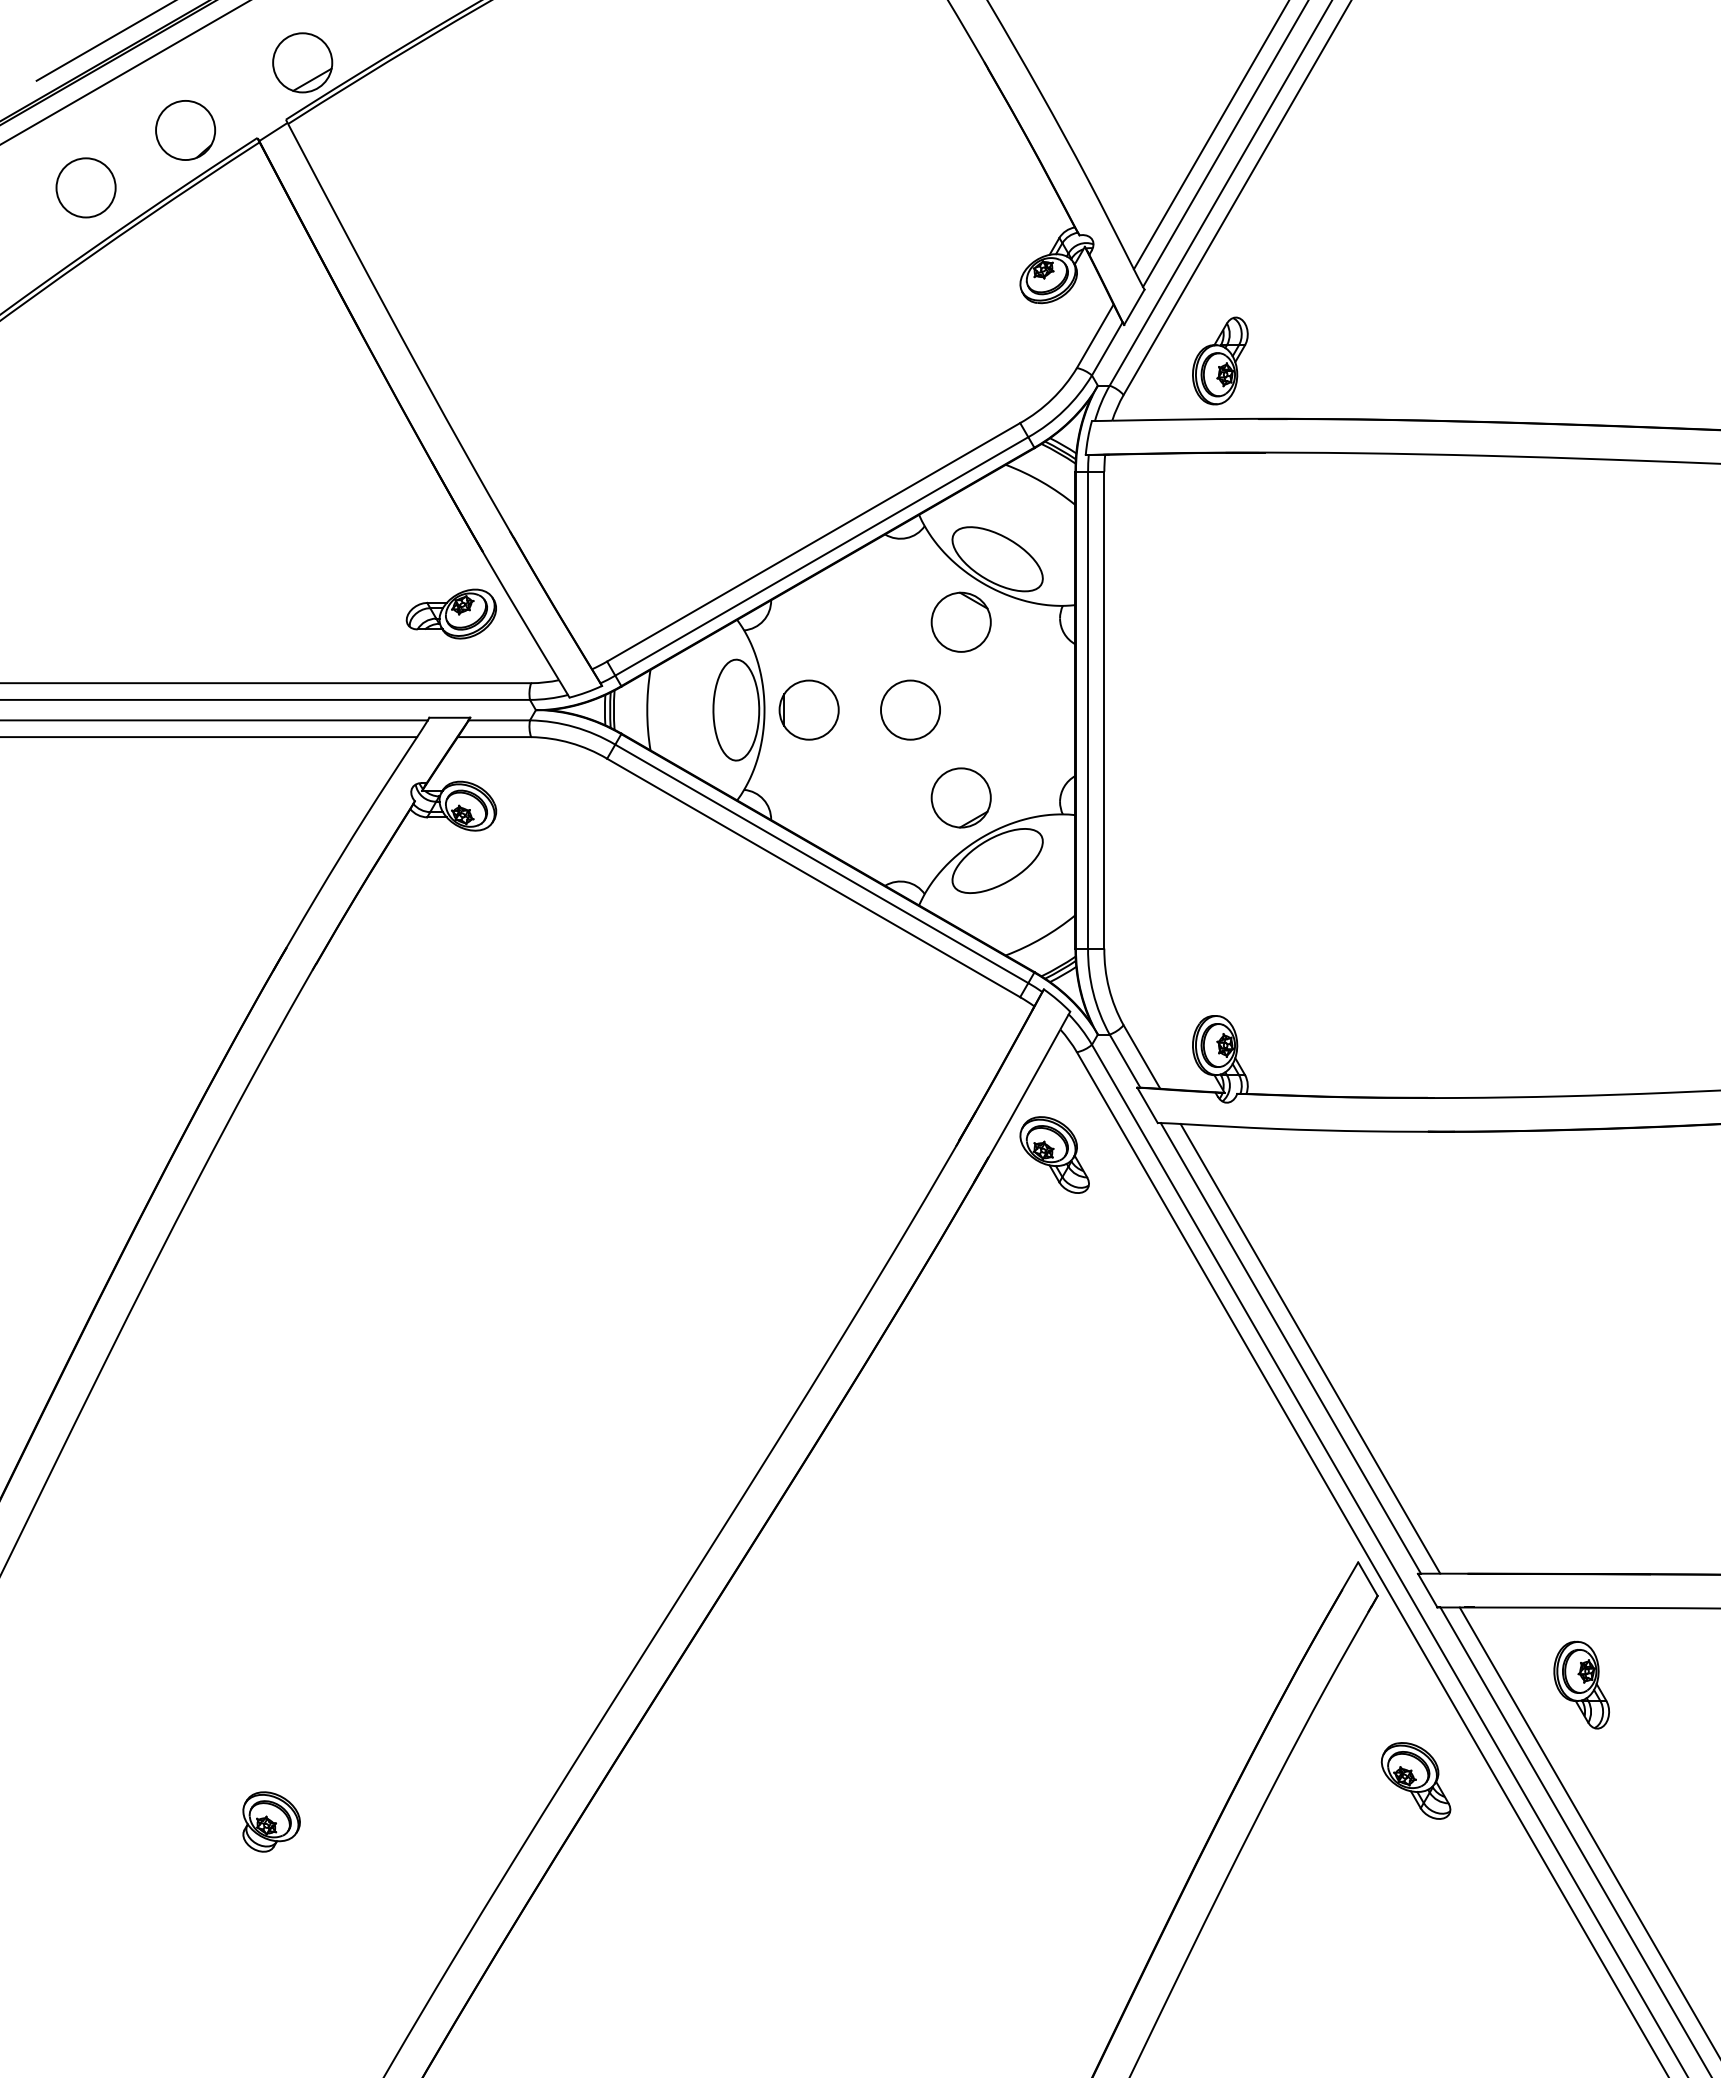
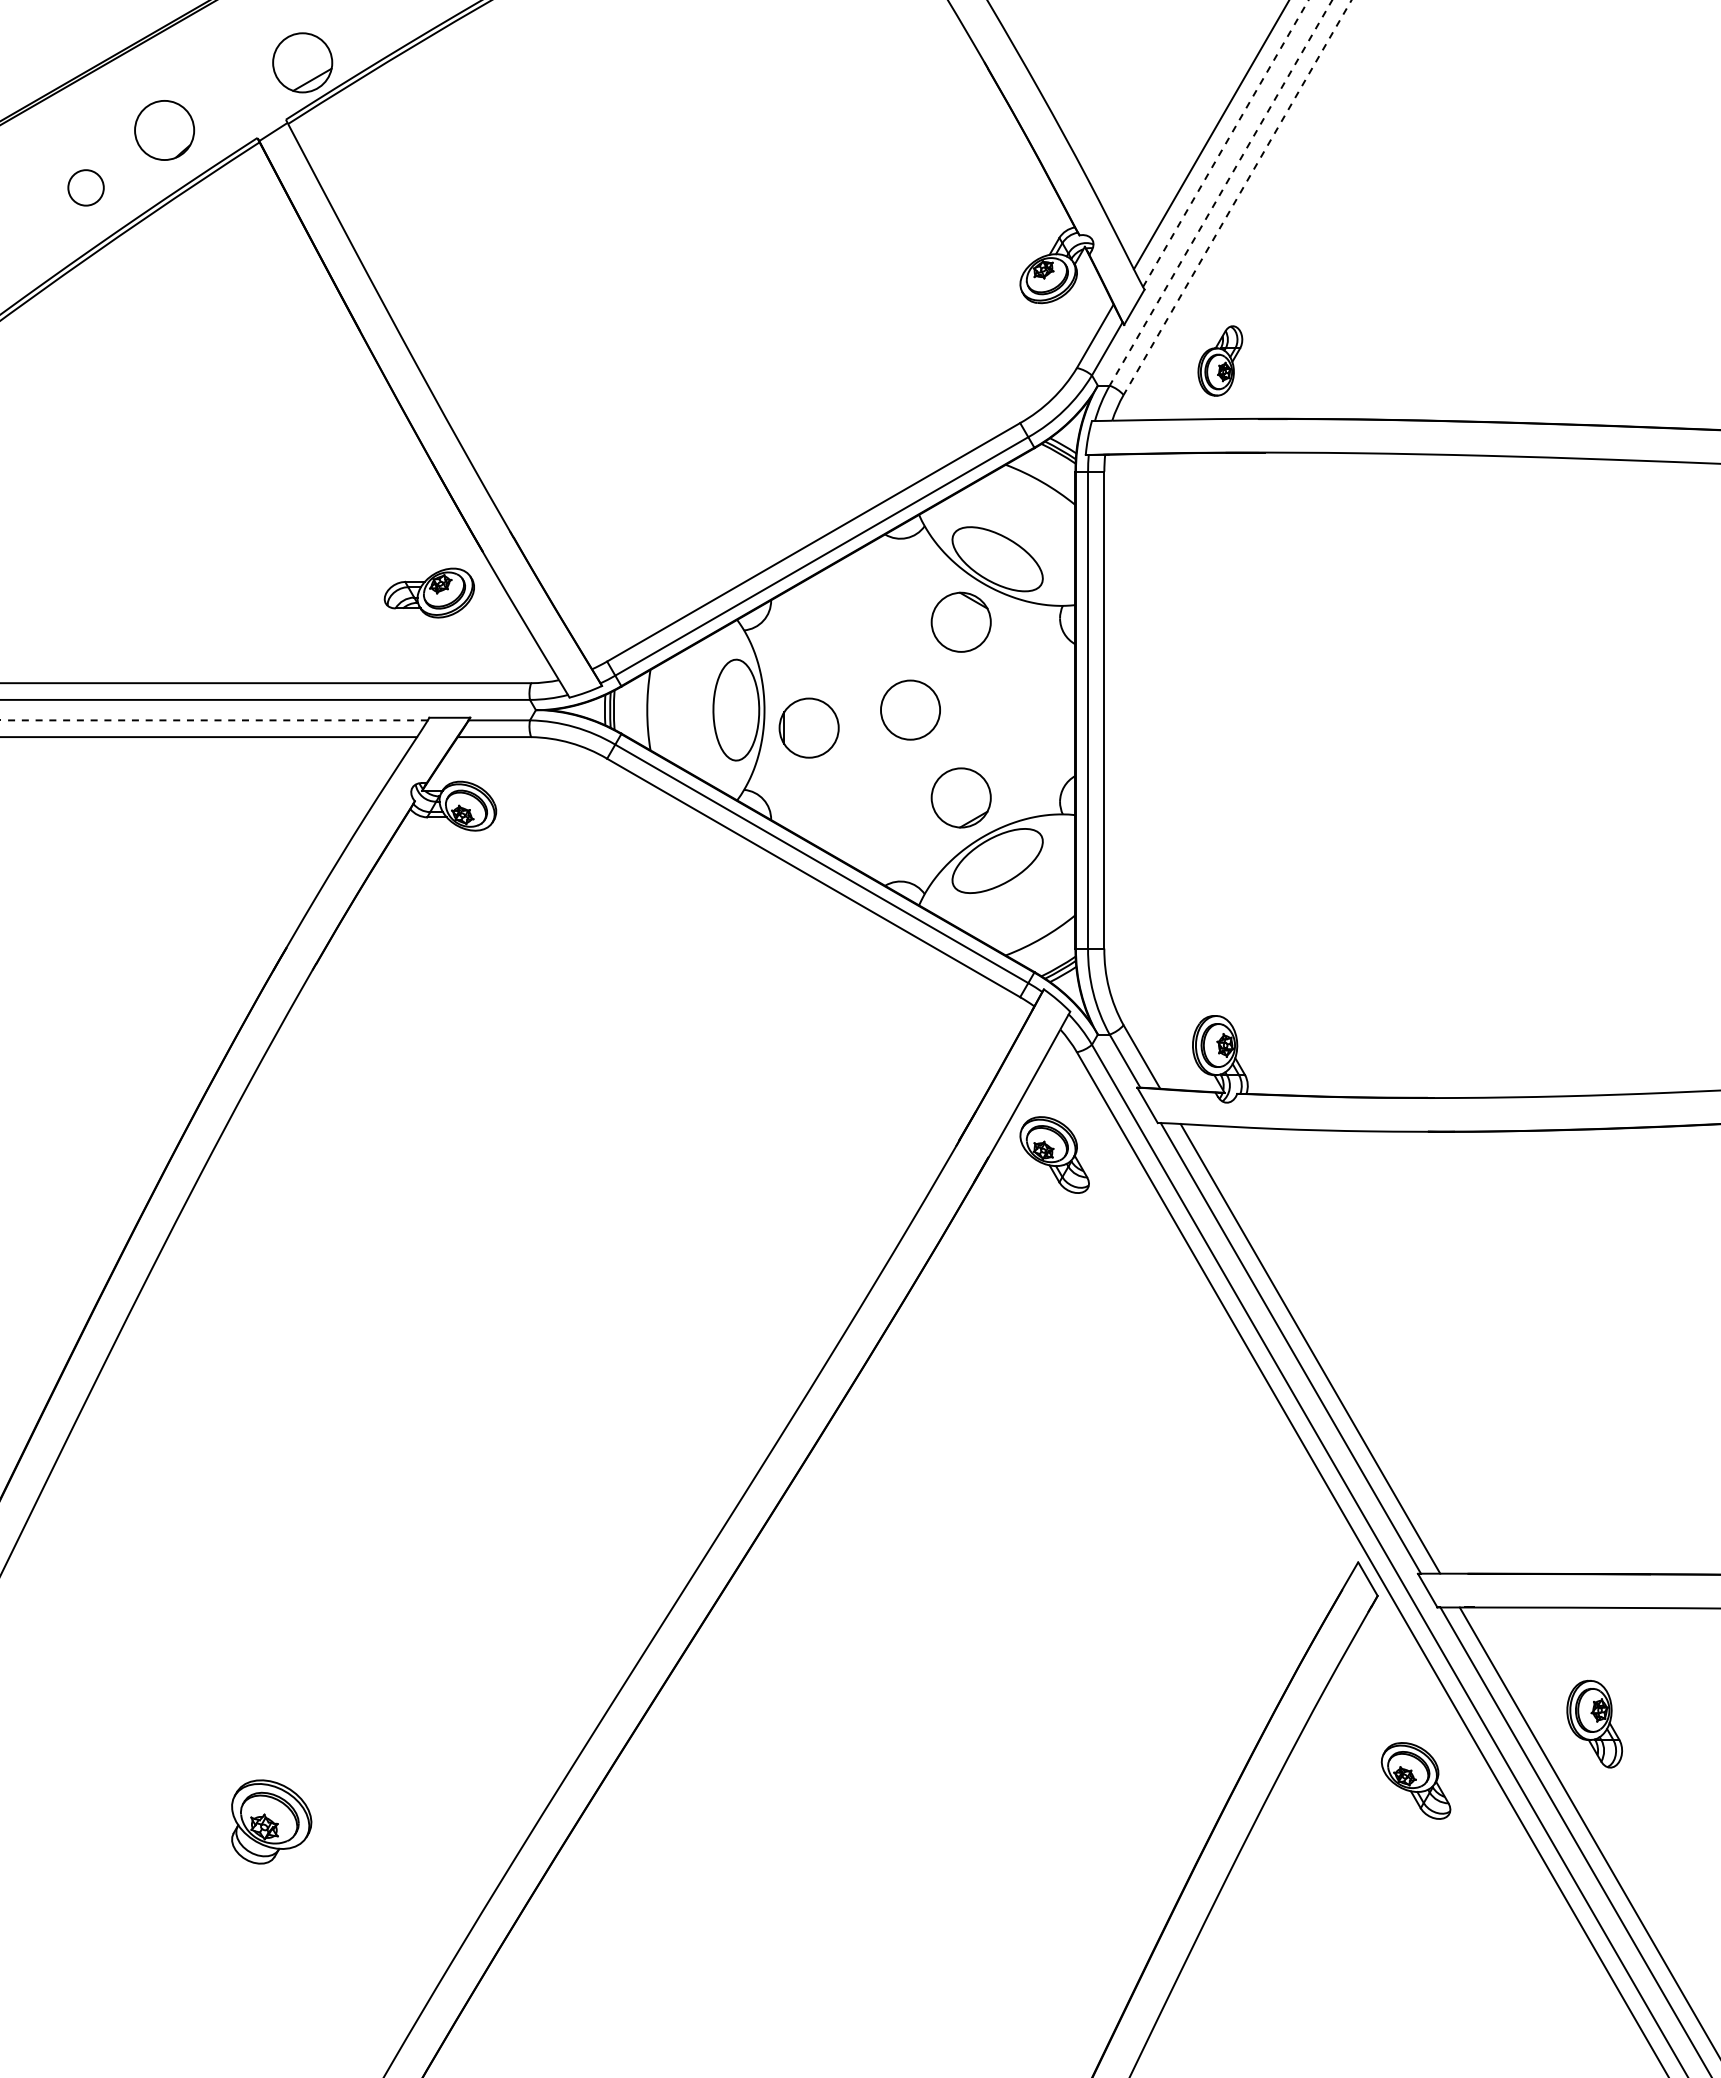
line at (104, 41): present -> none
line at (124, 72): present -> none
part at (185, 130) position: (185, 130) -> (164, 130)
line at (1225, 143): solid -> dashed
circle at (85, 187) diameter: 59 px -> 35 px
line at (1220, 193): solid -> dashed
line at (1237, 197): solid -> dashed
part at (1220, 360) size: 57x90 px -> 47x72 px
part at (450, 613) position: (450, 613) -> (428, 592)
part at (808, 709) position: (808, 709) -> (808, 727)
line at (214, 720): solid -> dashed
part at (1581, 1684) position: (1581, 1684) -> (1594, 1723)
part at (271, 1821) size: 59x62 px -> 82x86 px
